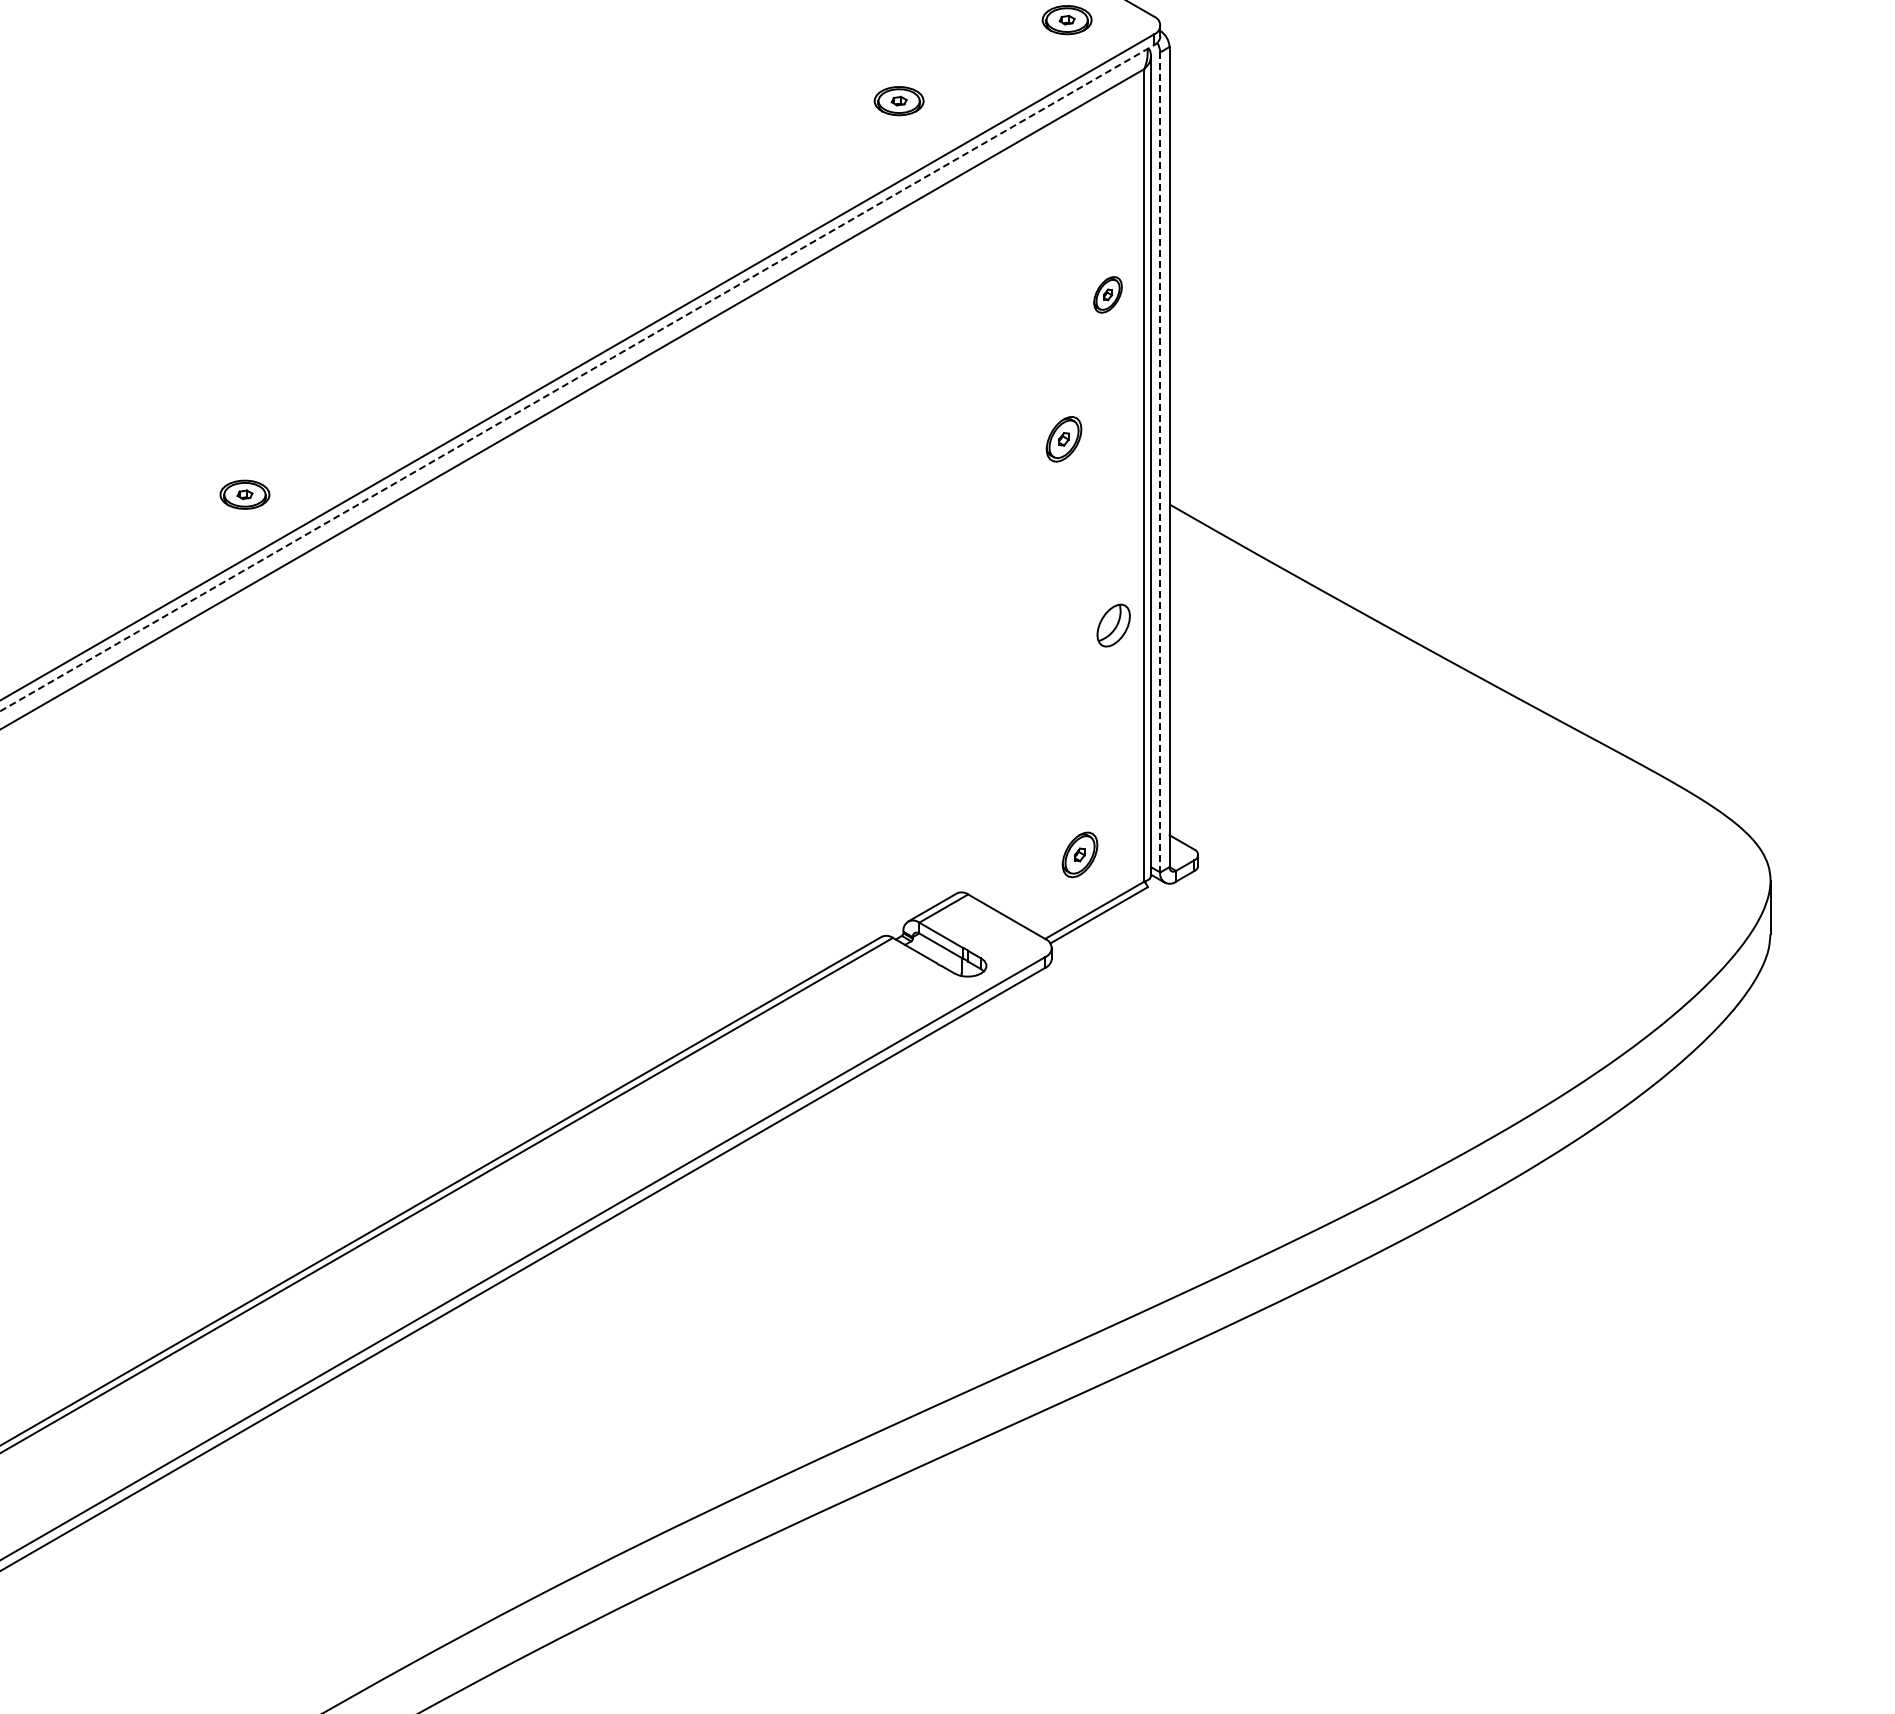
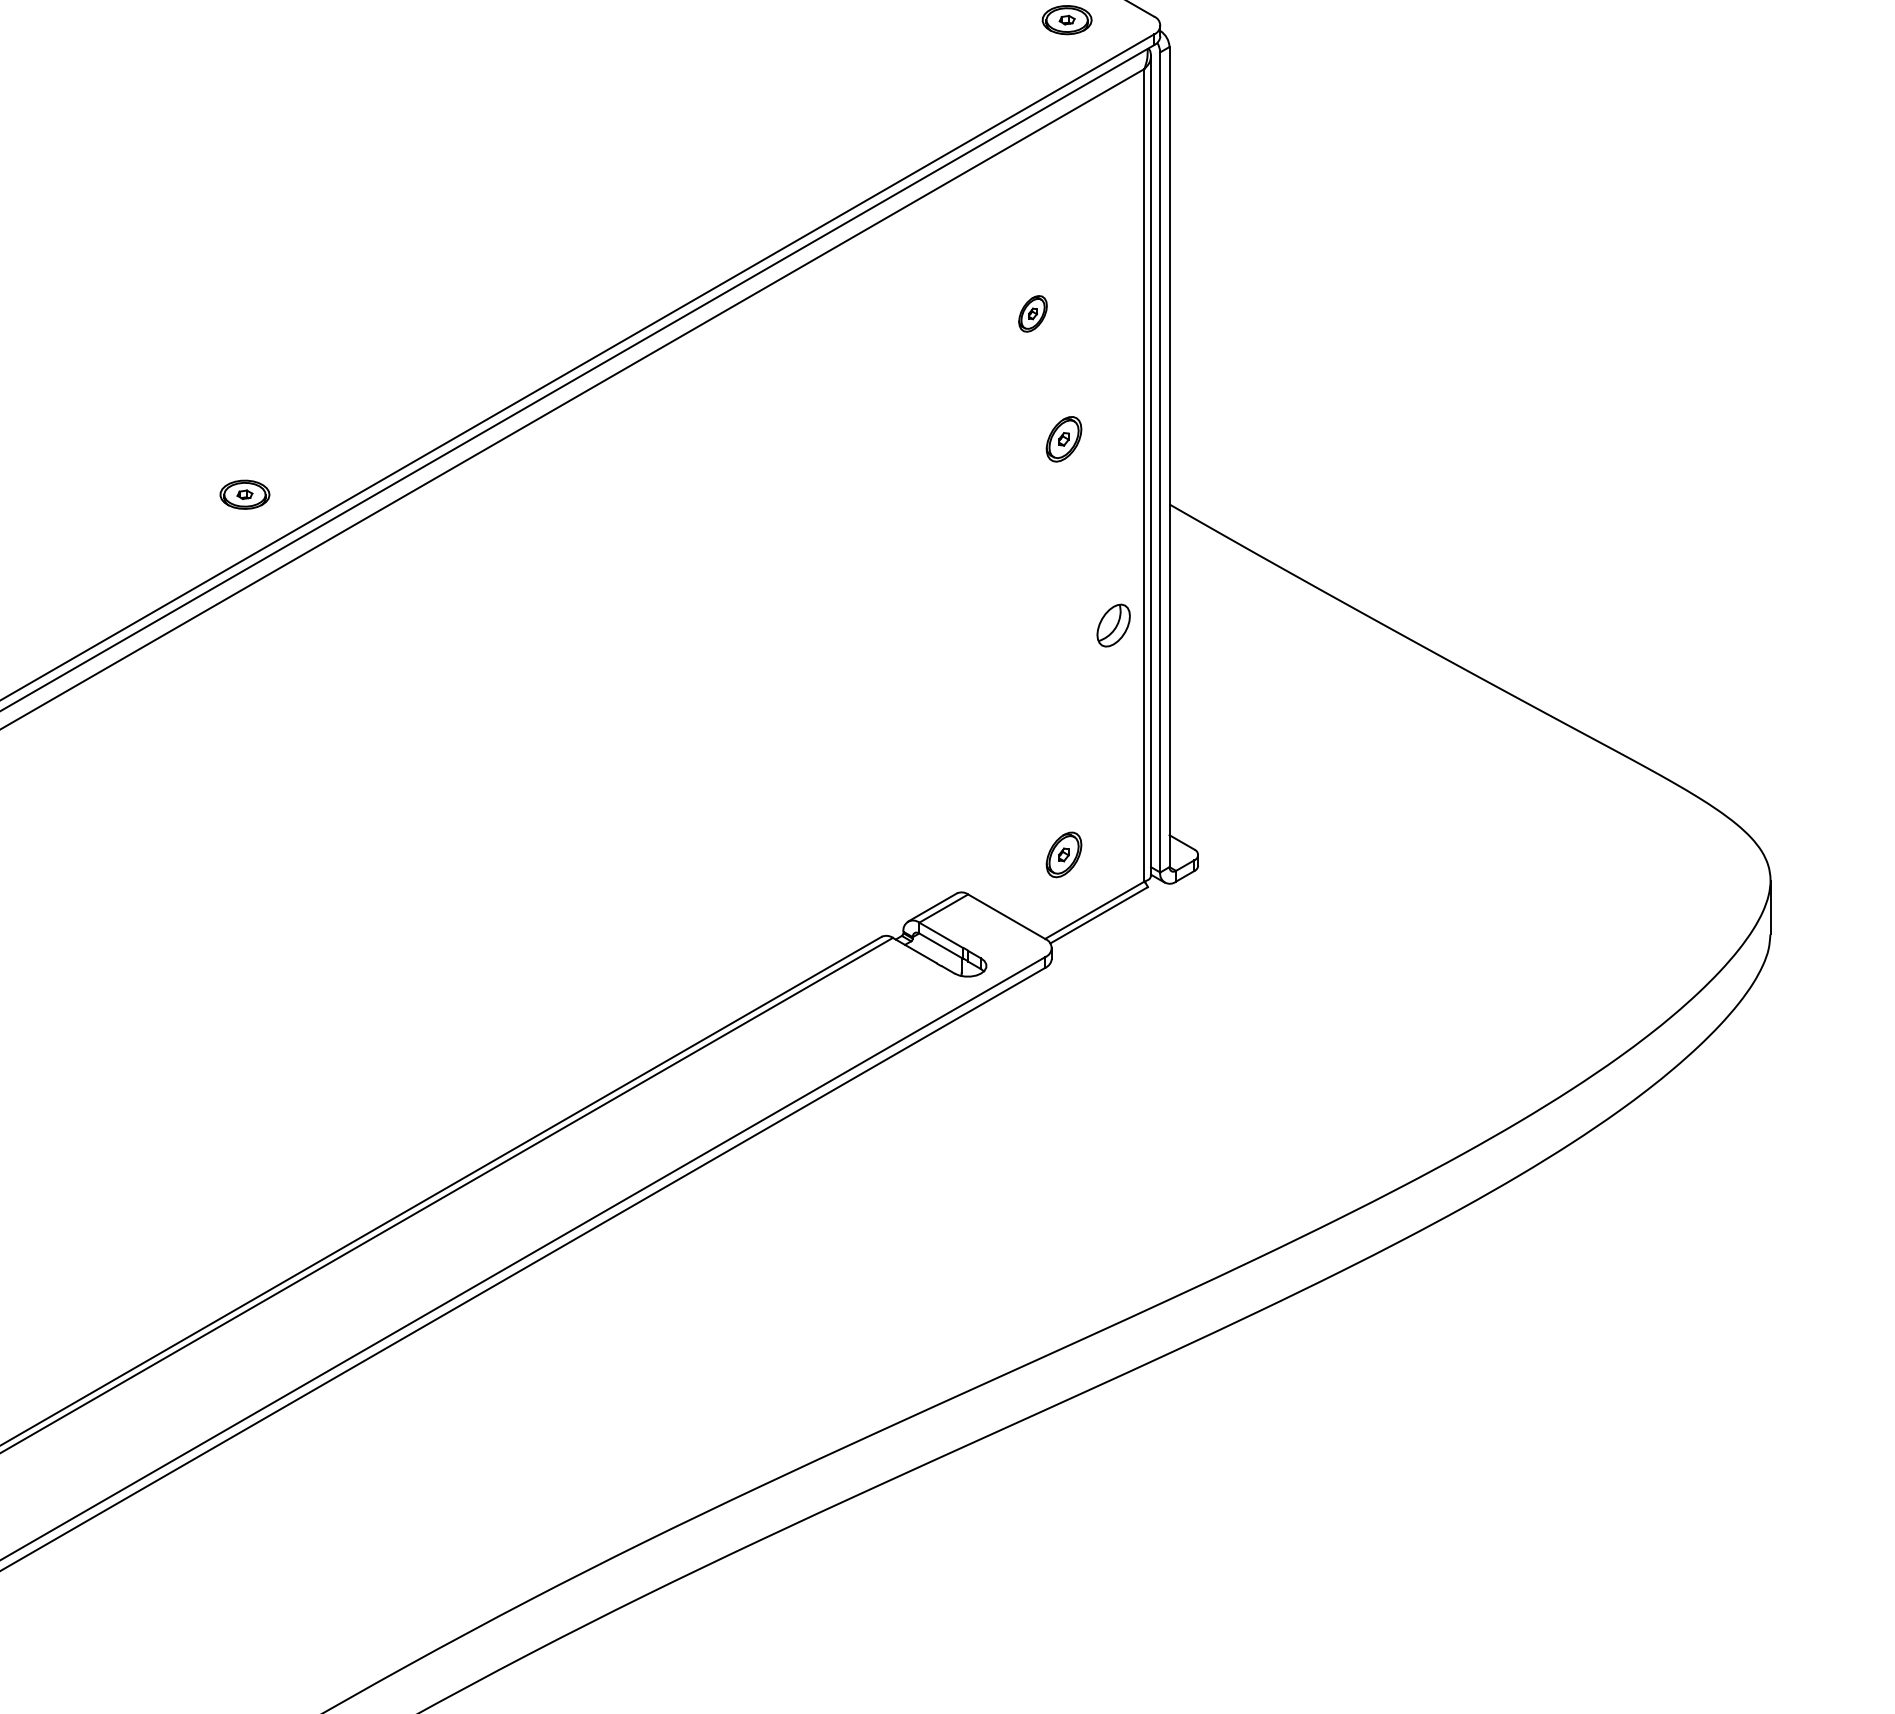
part at (898, 101): present -> none
part at (1107, 294) position: (1107, 294) -> (1032, 313)
line at (577, 378): dashed -> solid
line at (1160, 462): dashed -> solid
part at (1079, 854) position: (1079, 854) -> (1063, 854)
